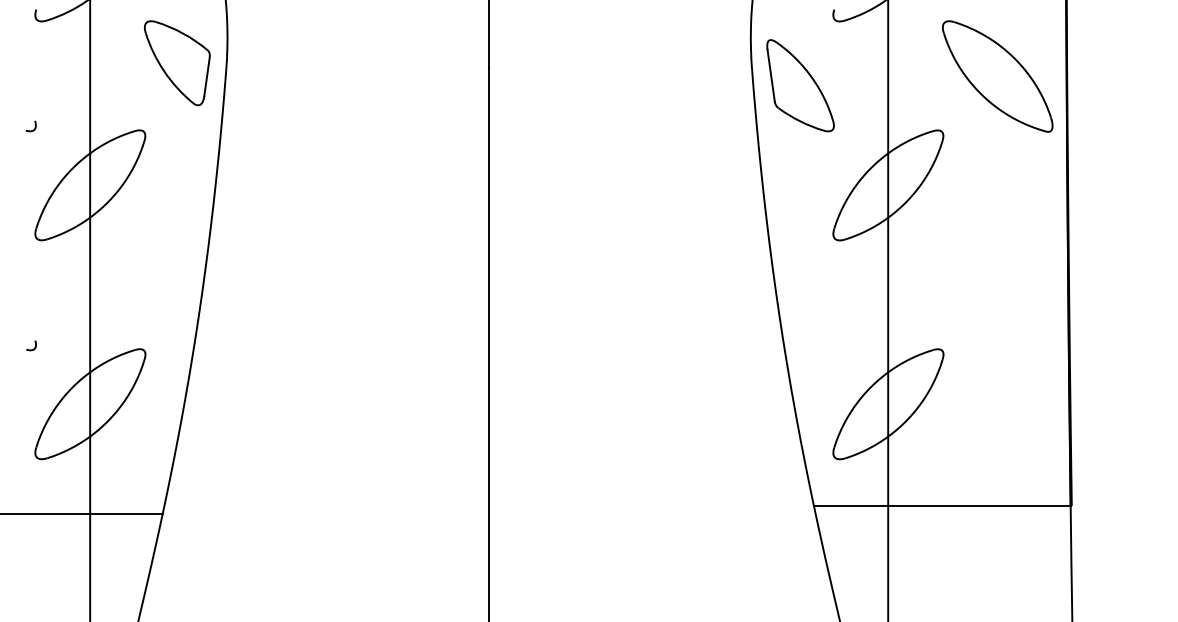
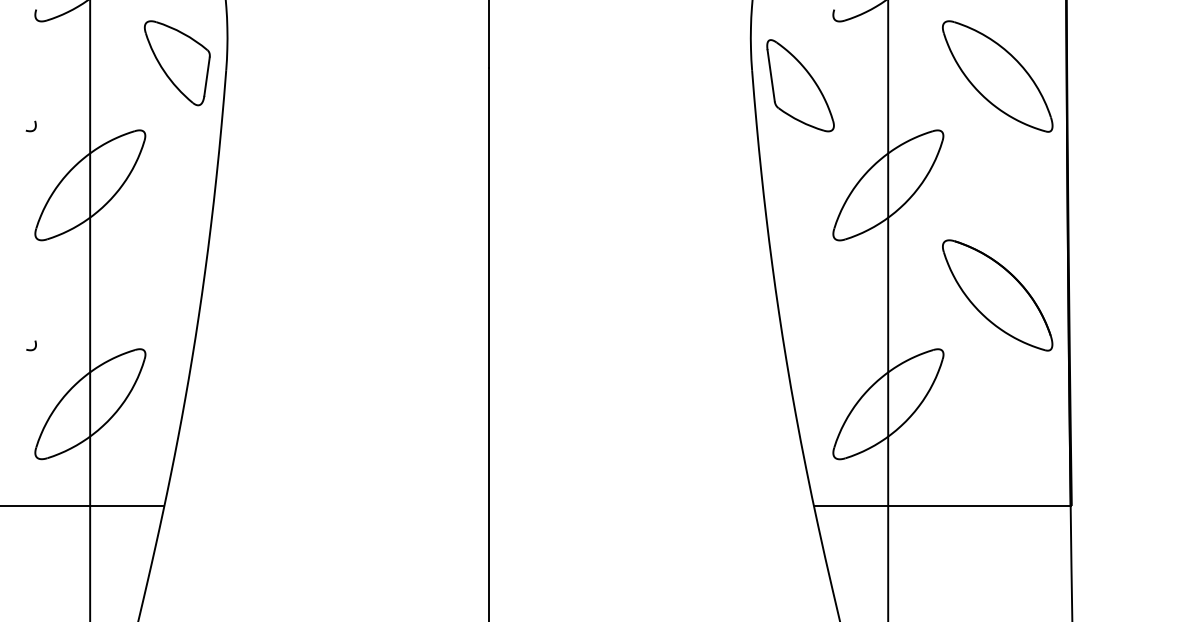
part at (997, 295): none -> present
line at (82, 513) position: (82, 513) -> (82, 505)
